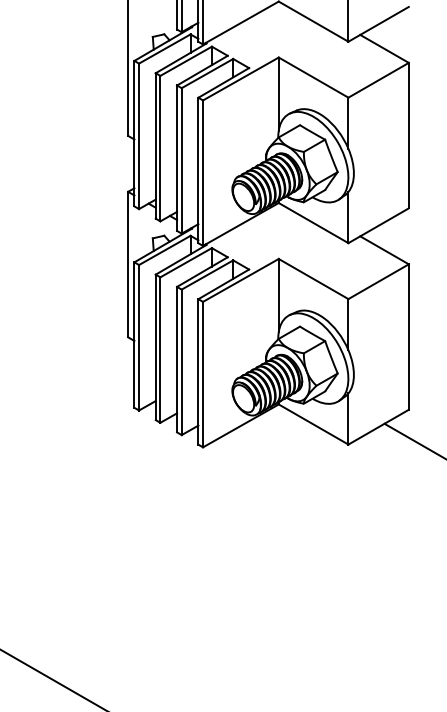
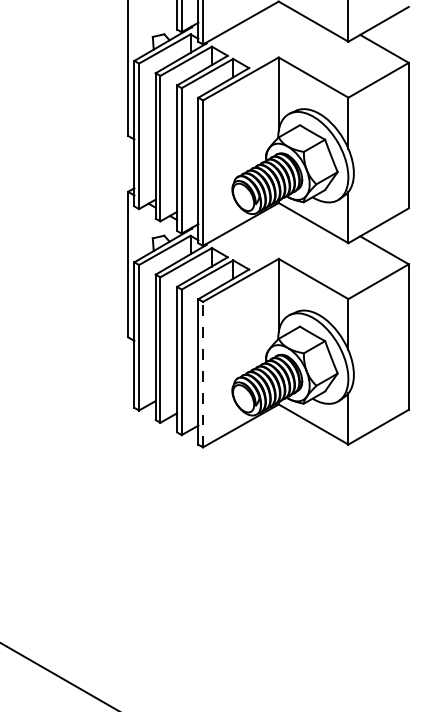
line at (203, 374): solid -> dashed
line at (413, 440): present -> none
line at (52, 679) position: (52, 679) -> (58, 675)
